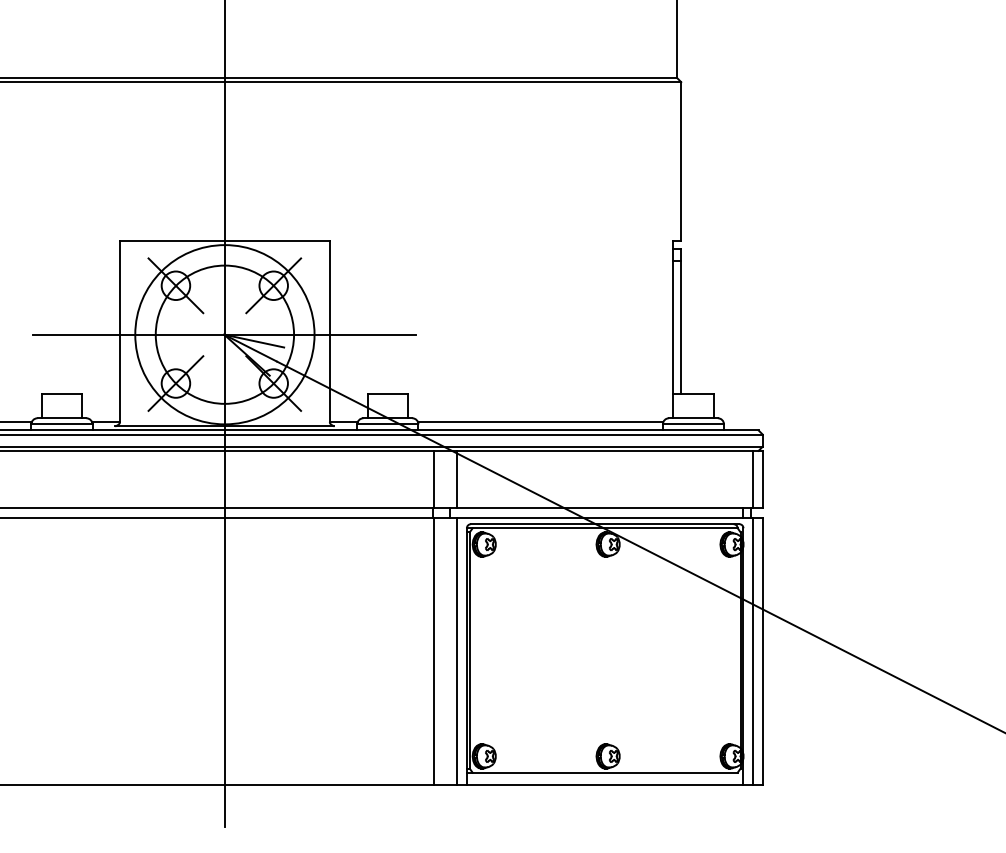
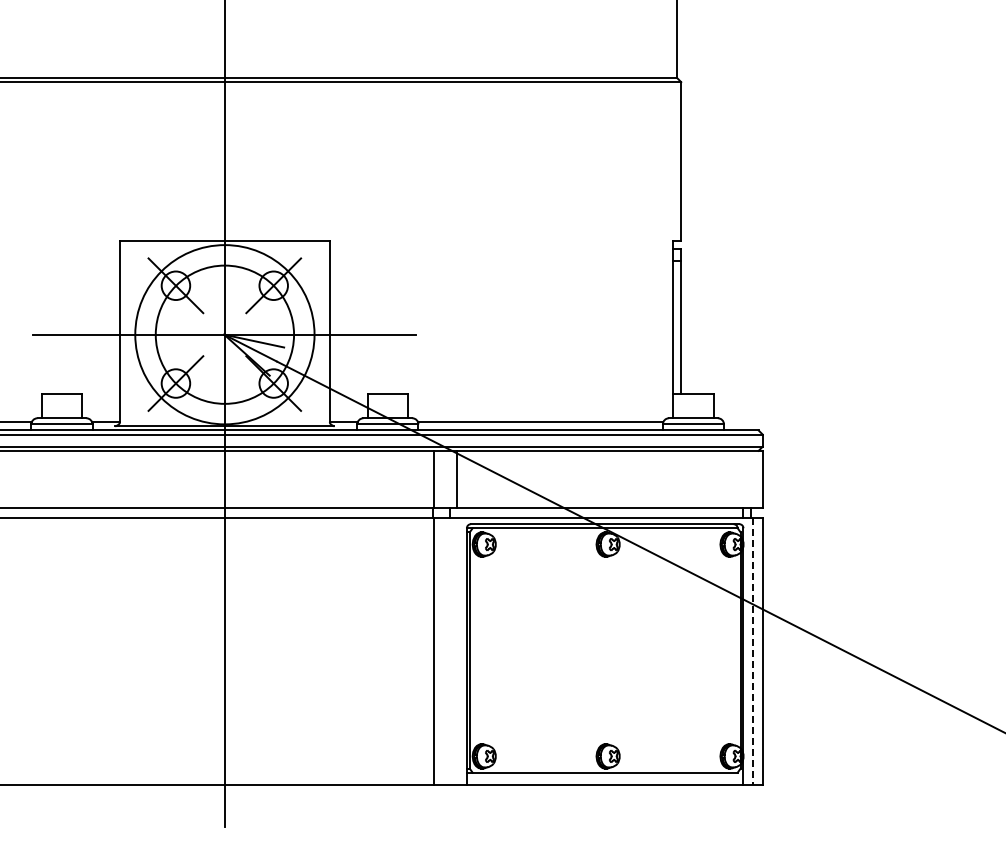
line at (753, 478): present -> none
line at (457, 650): present -> none
line at (753, 651): solid -> dashed
